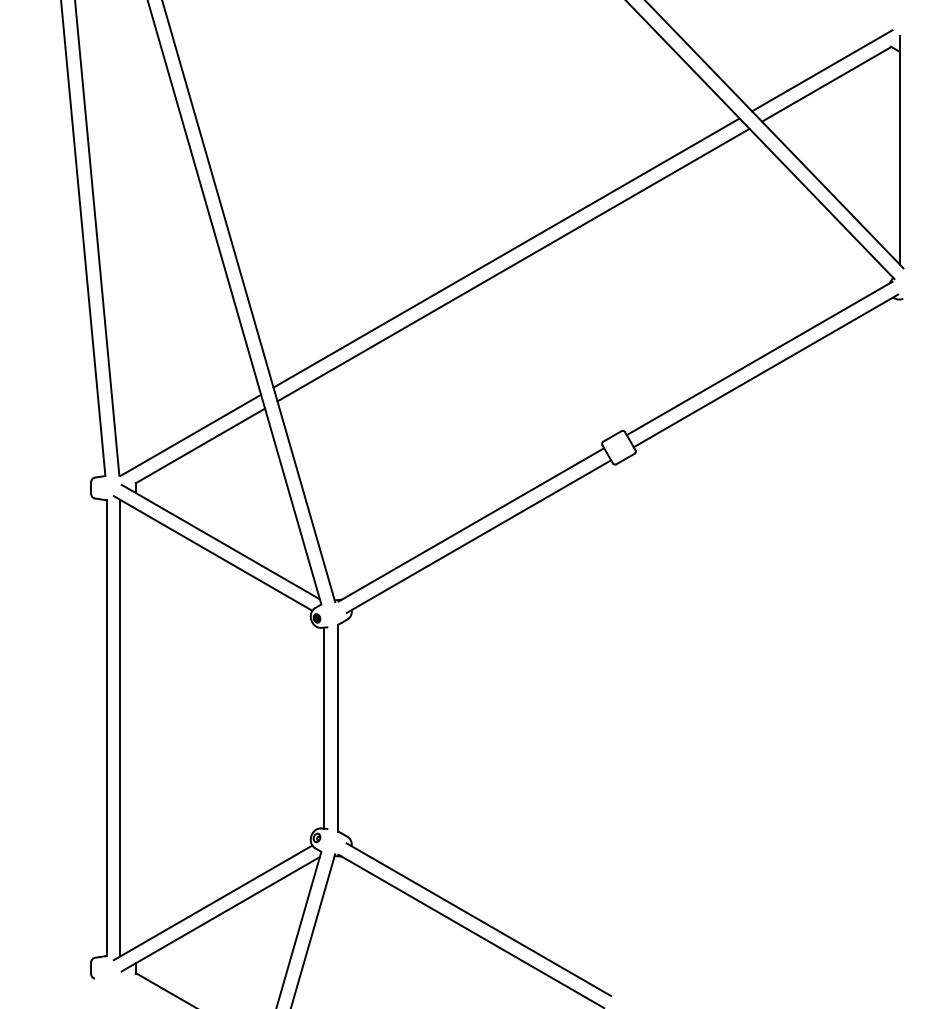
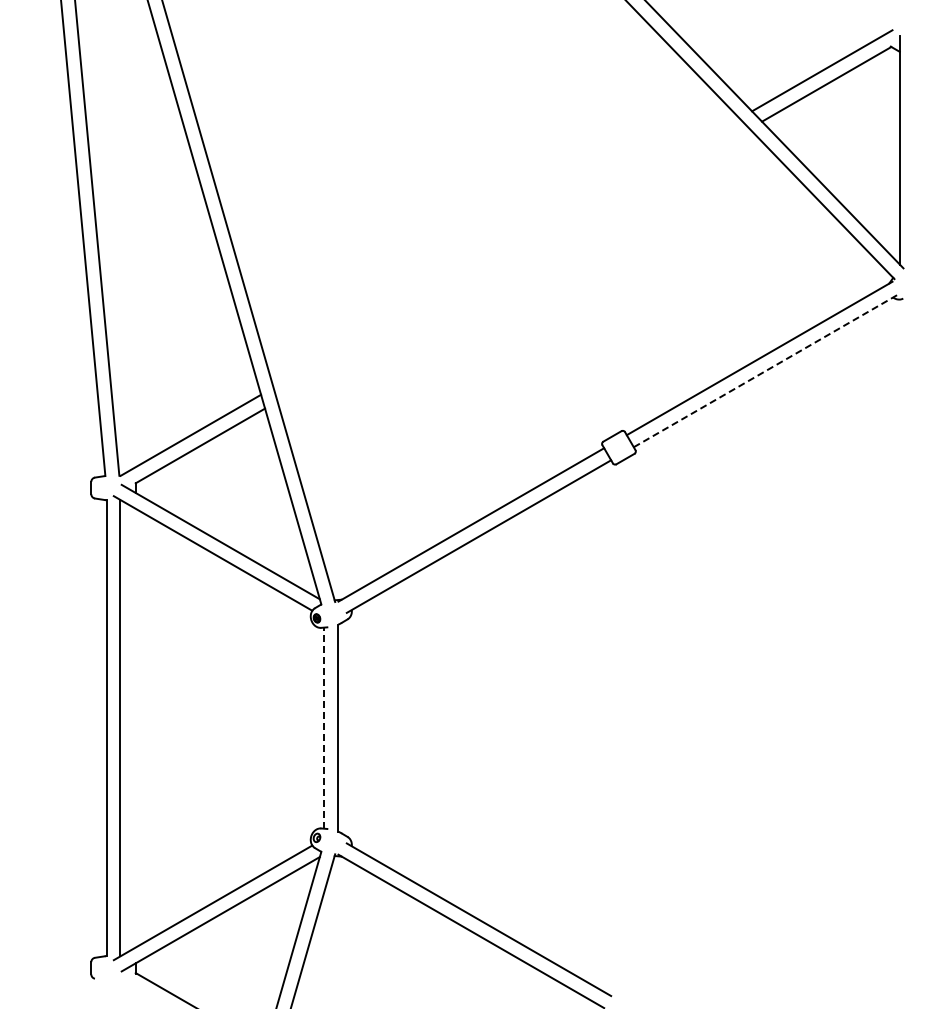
line at (506, 252): present -> none
line at (513, 264): present -> none
line at (765, 370): solid -> dashed
line at (324, 728): solid -> dashed
